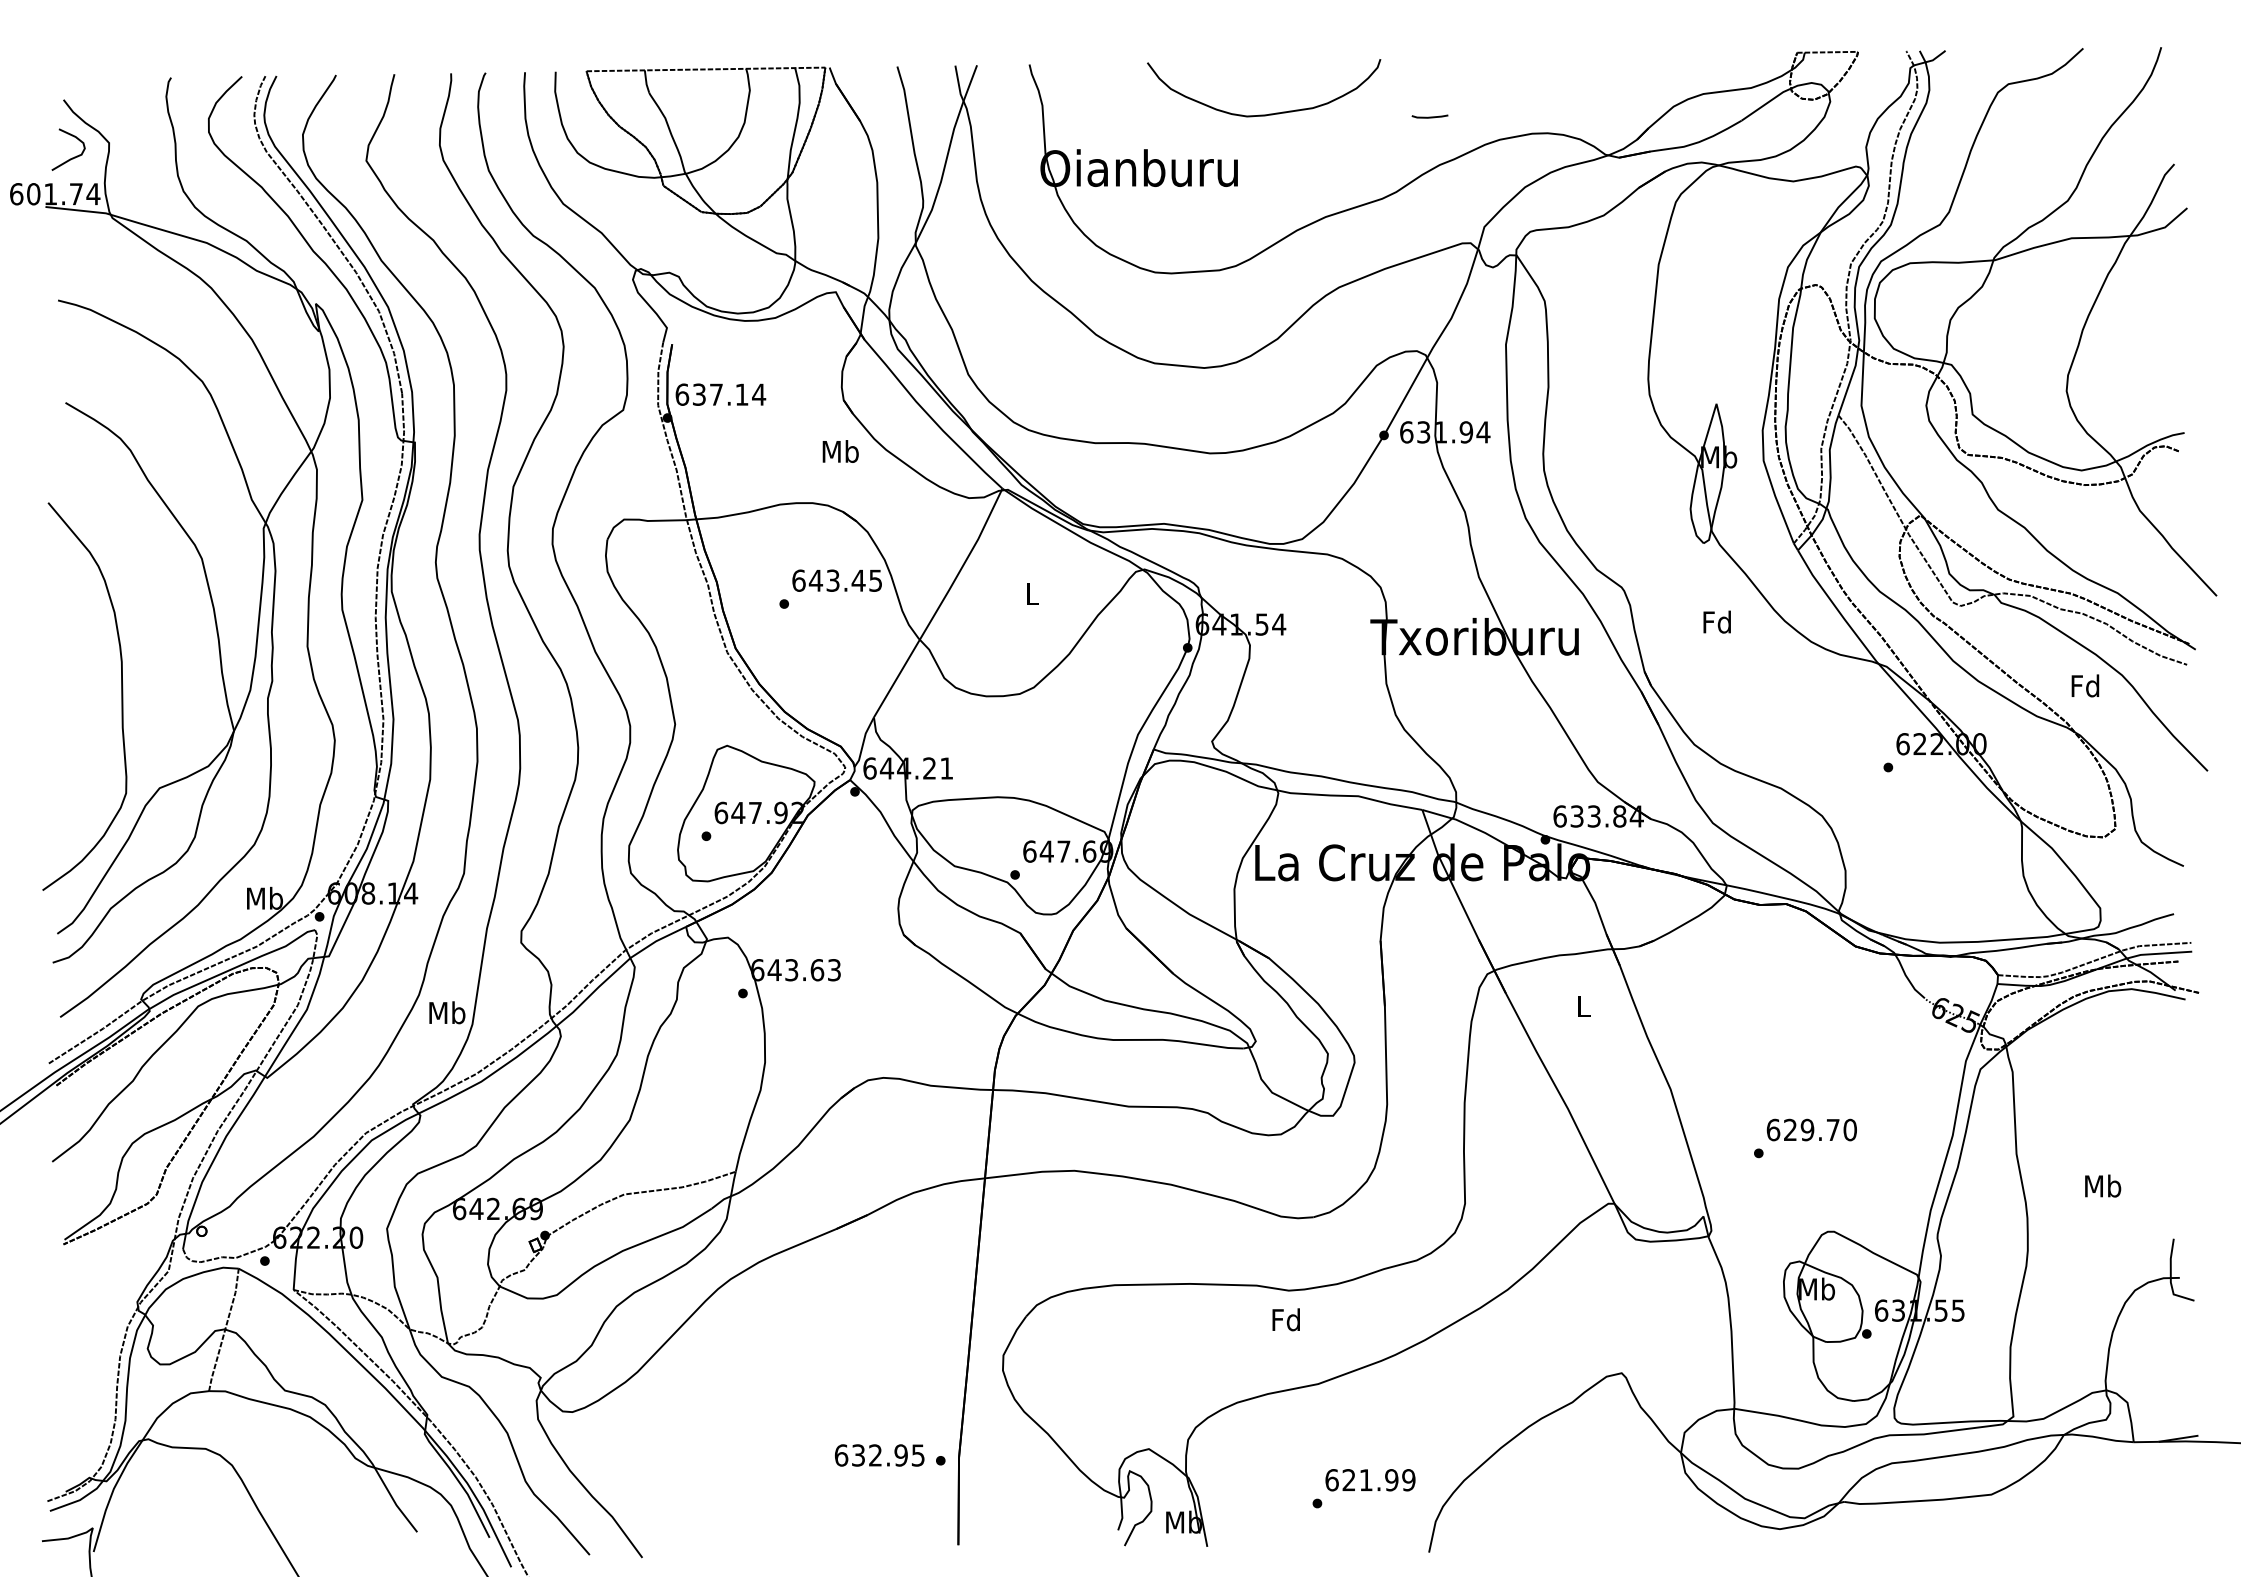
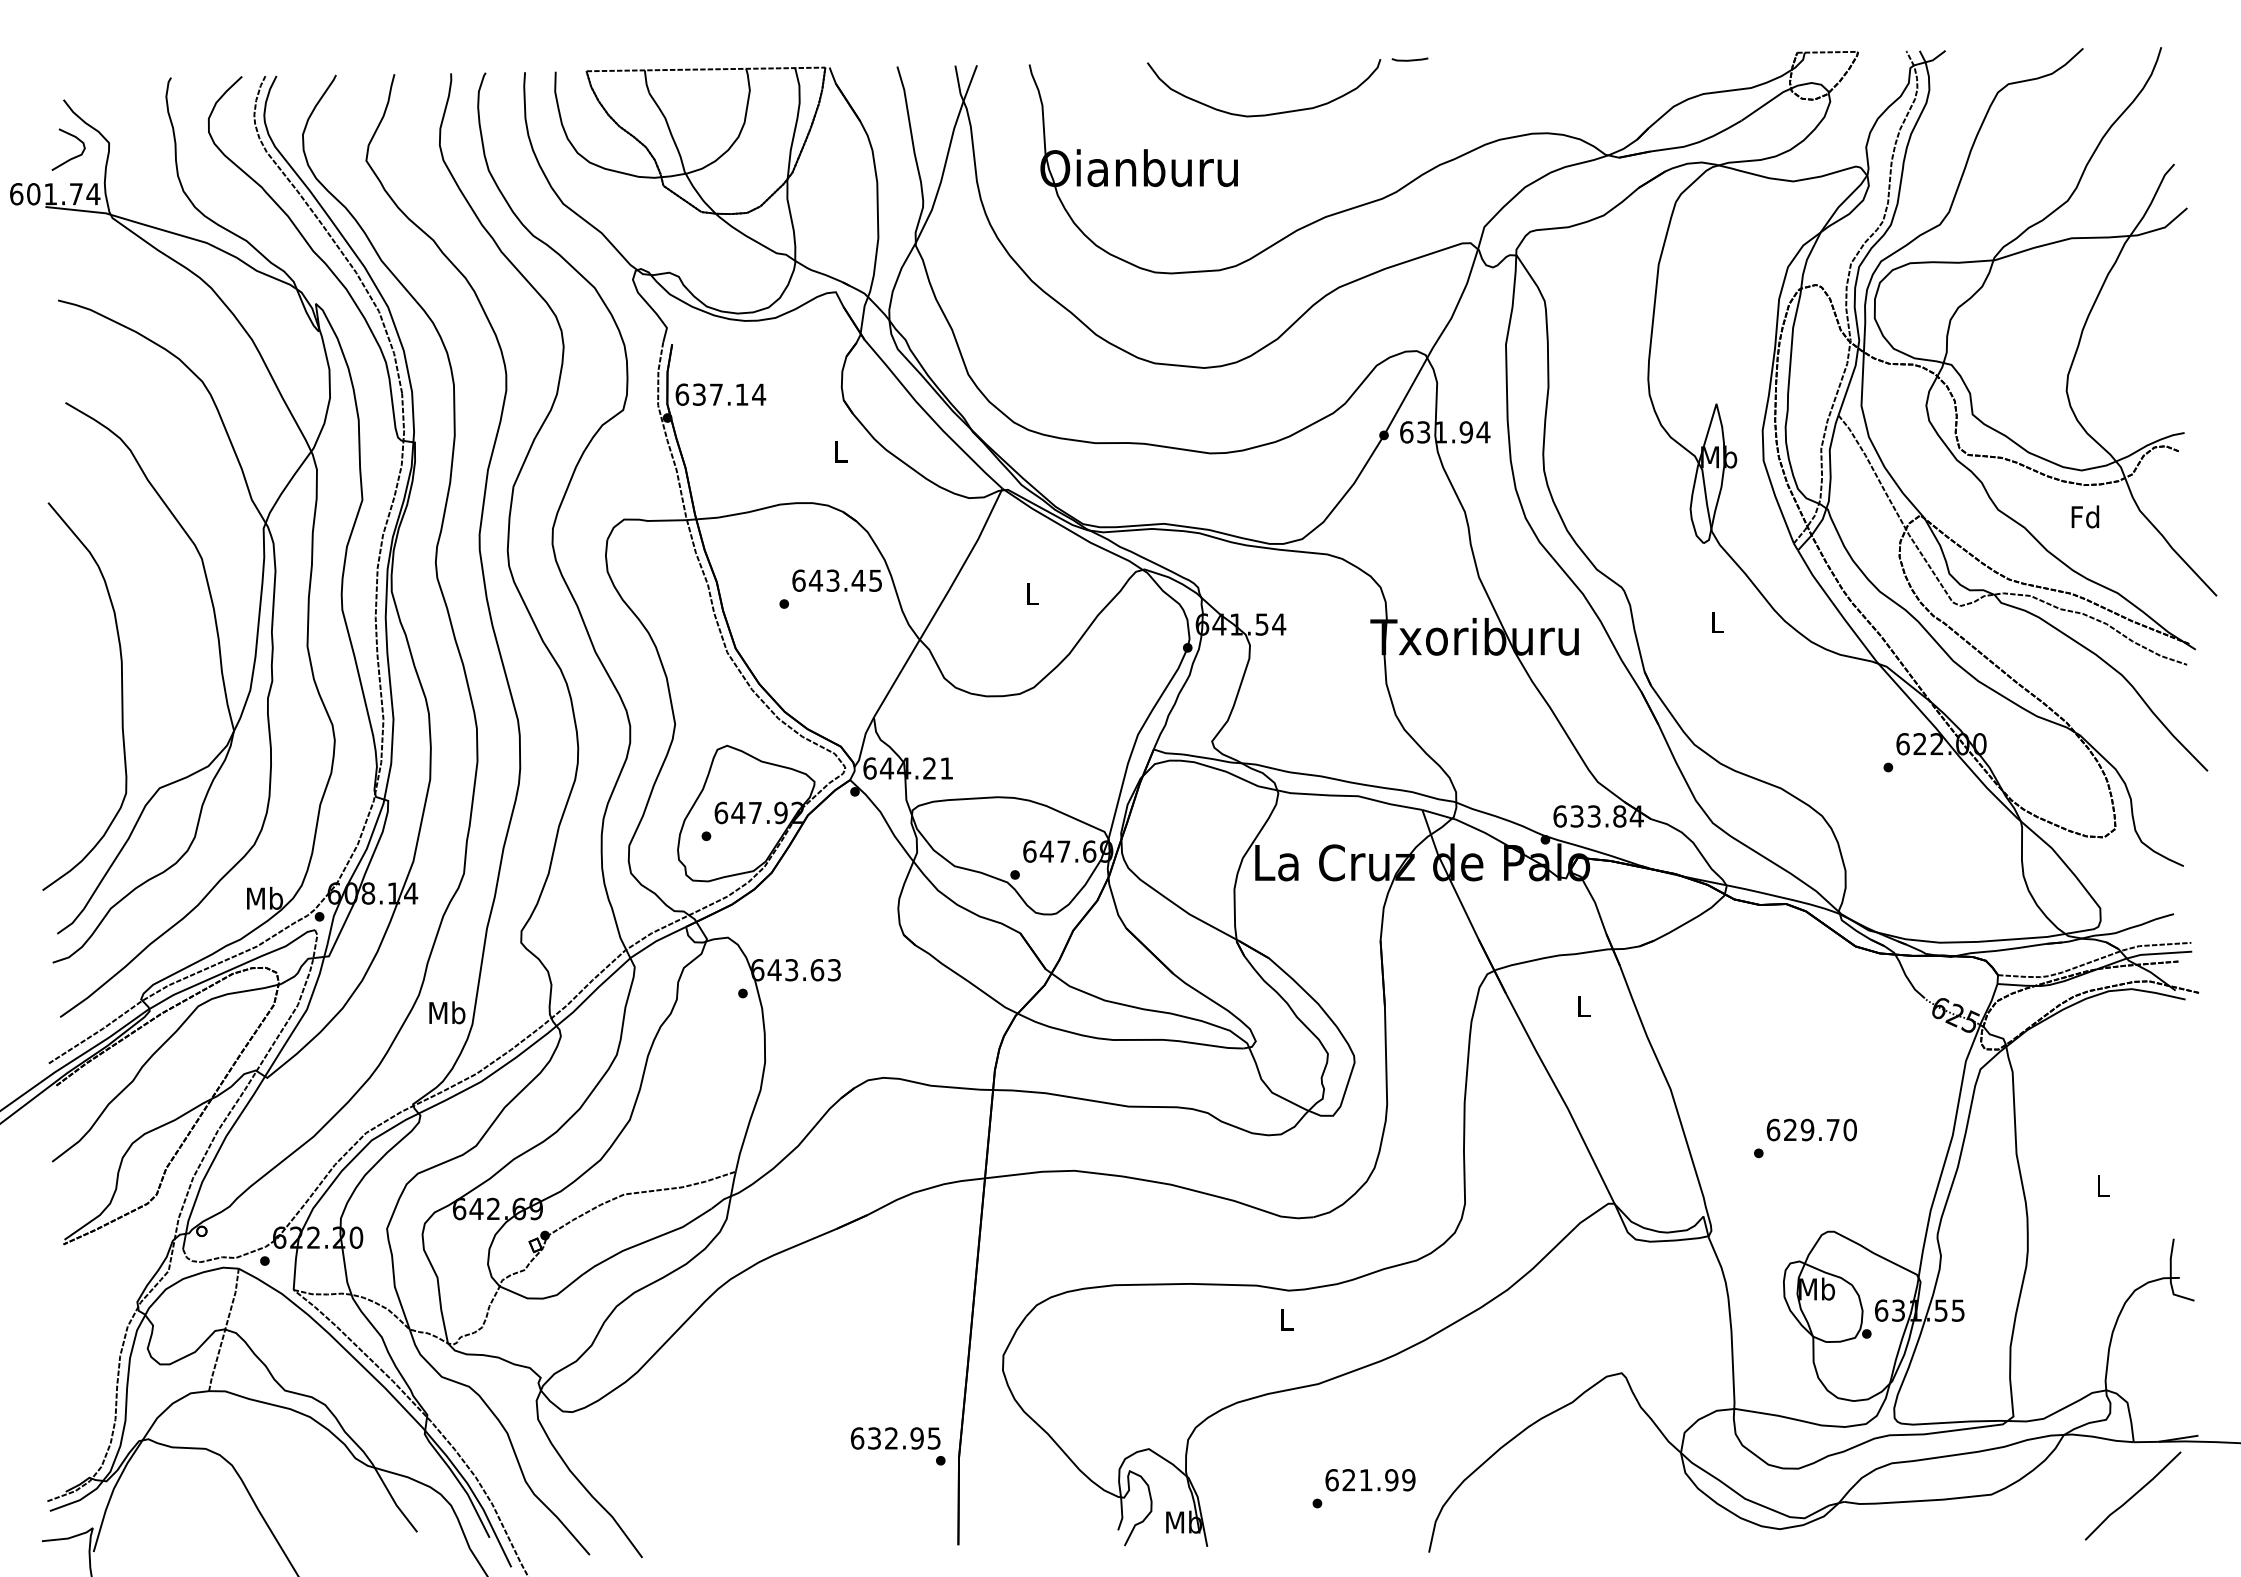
line at (1429, 116) position: (1429, 116) -> (1409, 59)
text at (840, 451): Mb -> L
text at (1716, 621): Fd -> L
text at (2085, 685) position: (2085, 685) -> (2085, 516)
text at (2103, 1185): Mb -> L
text at (1285, 1319): Fd -> L
text at (879, 1455) position: (879, 1455) -> (895, 1438)
line at (2132, 1495): none -> present
